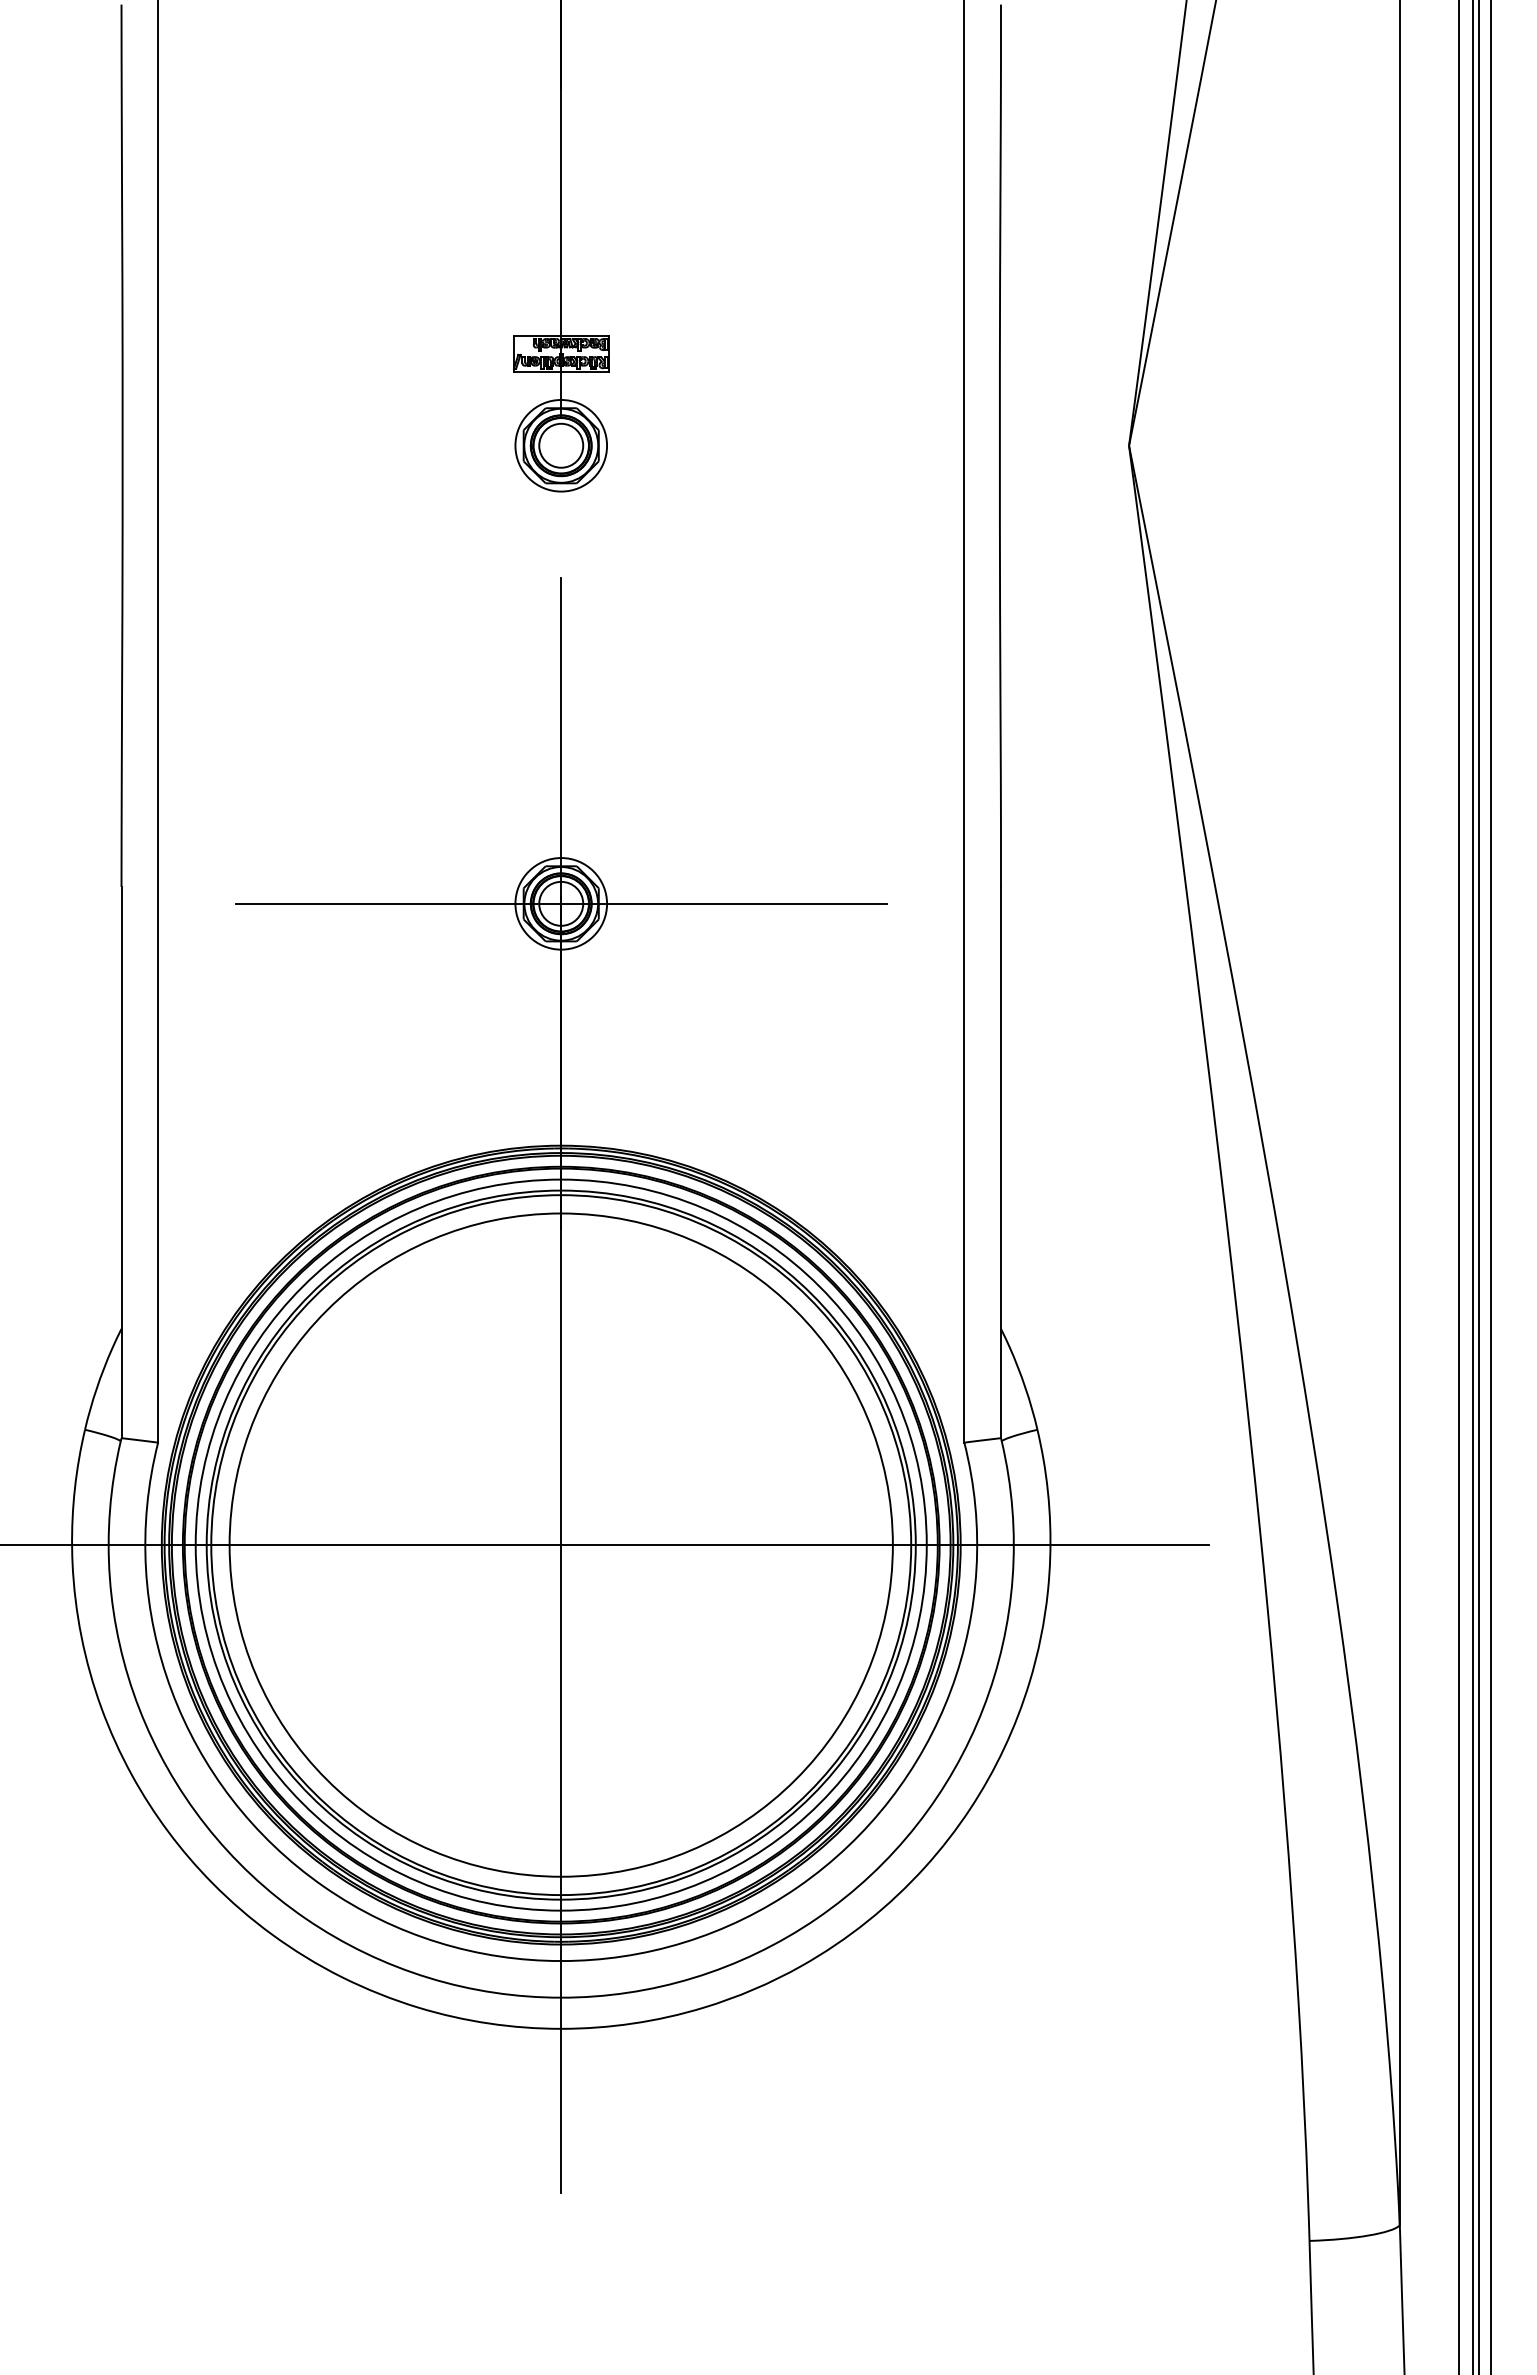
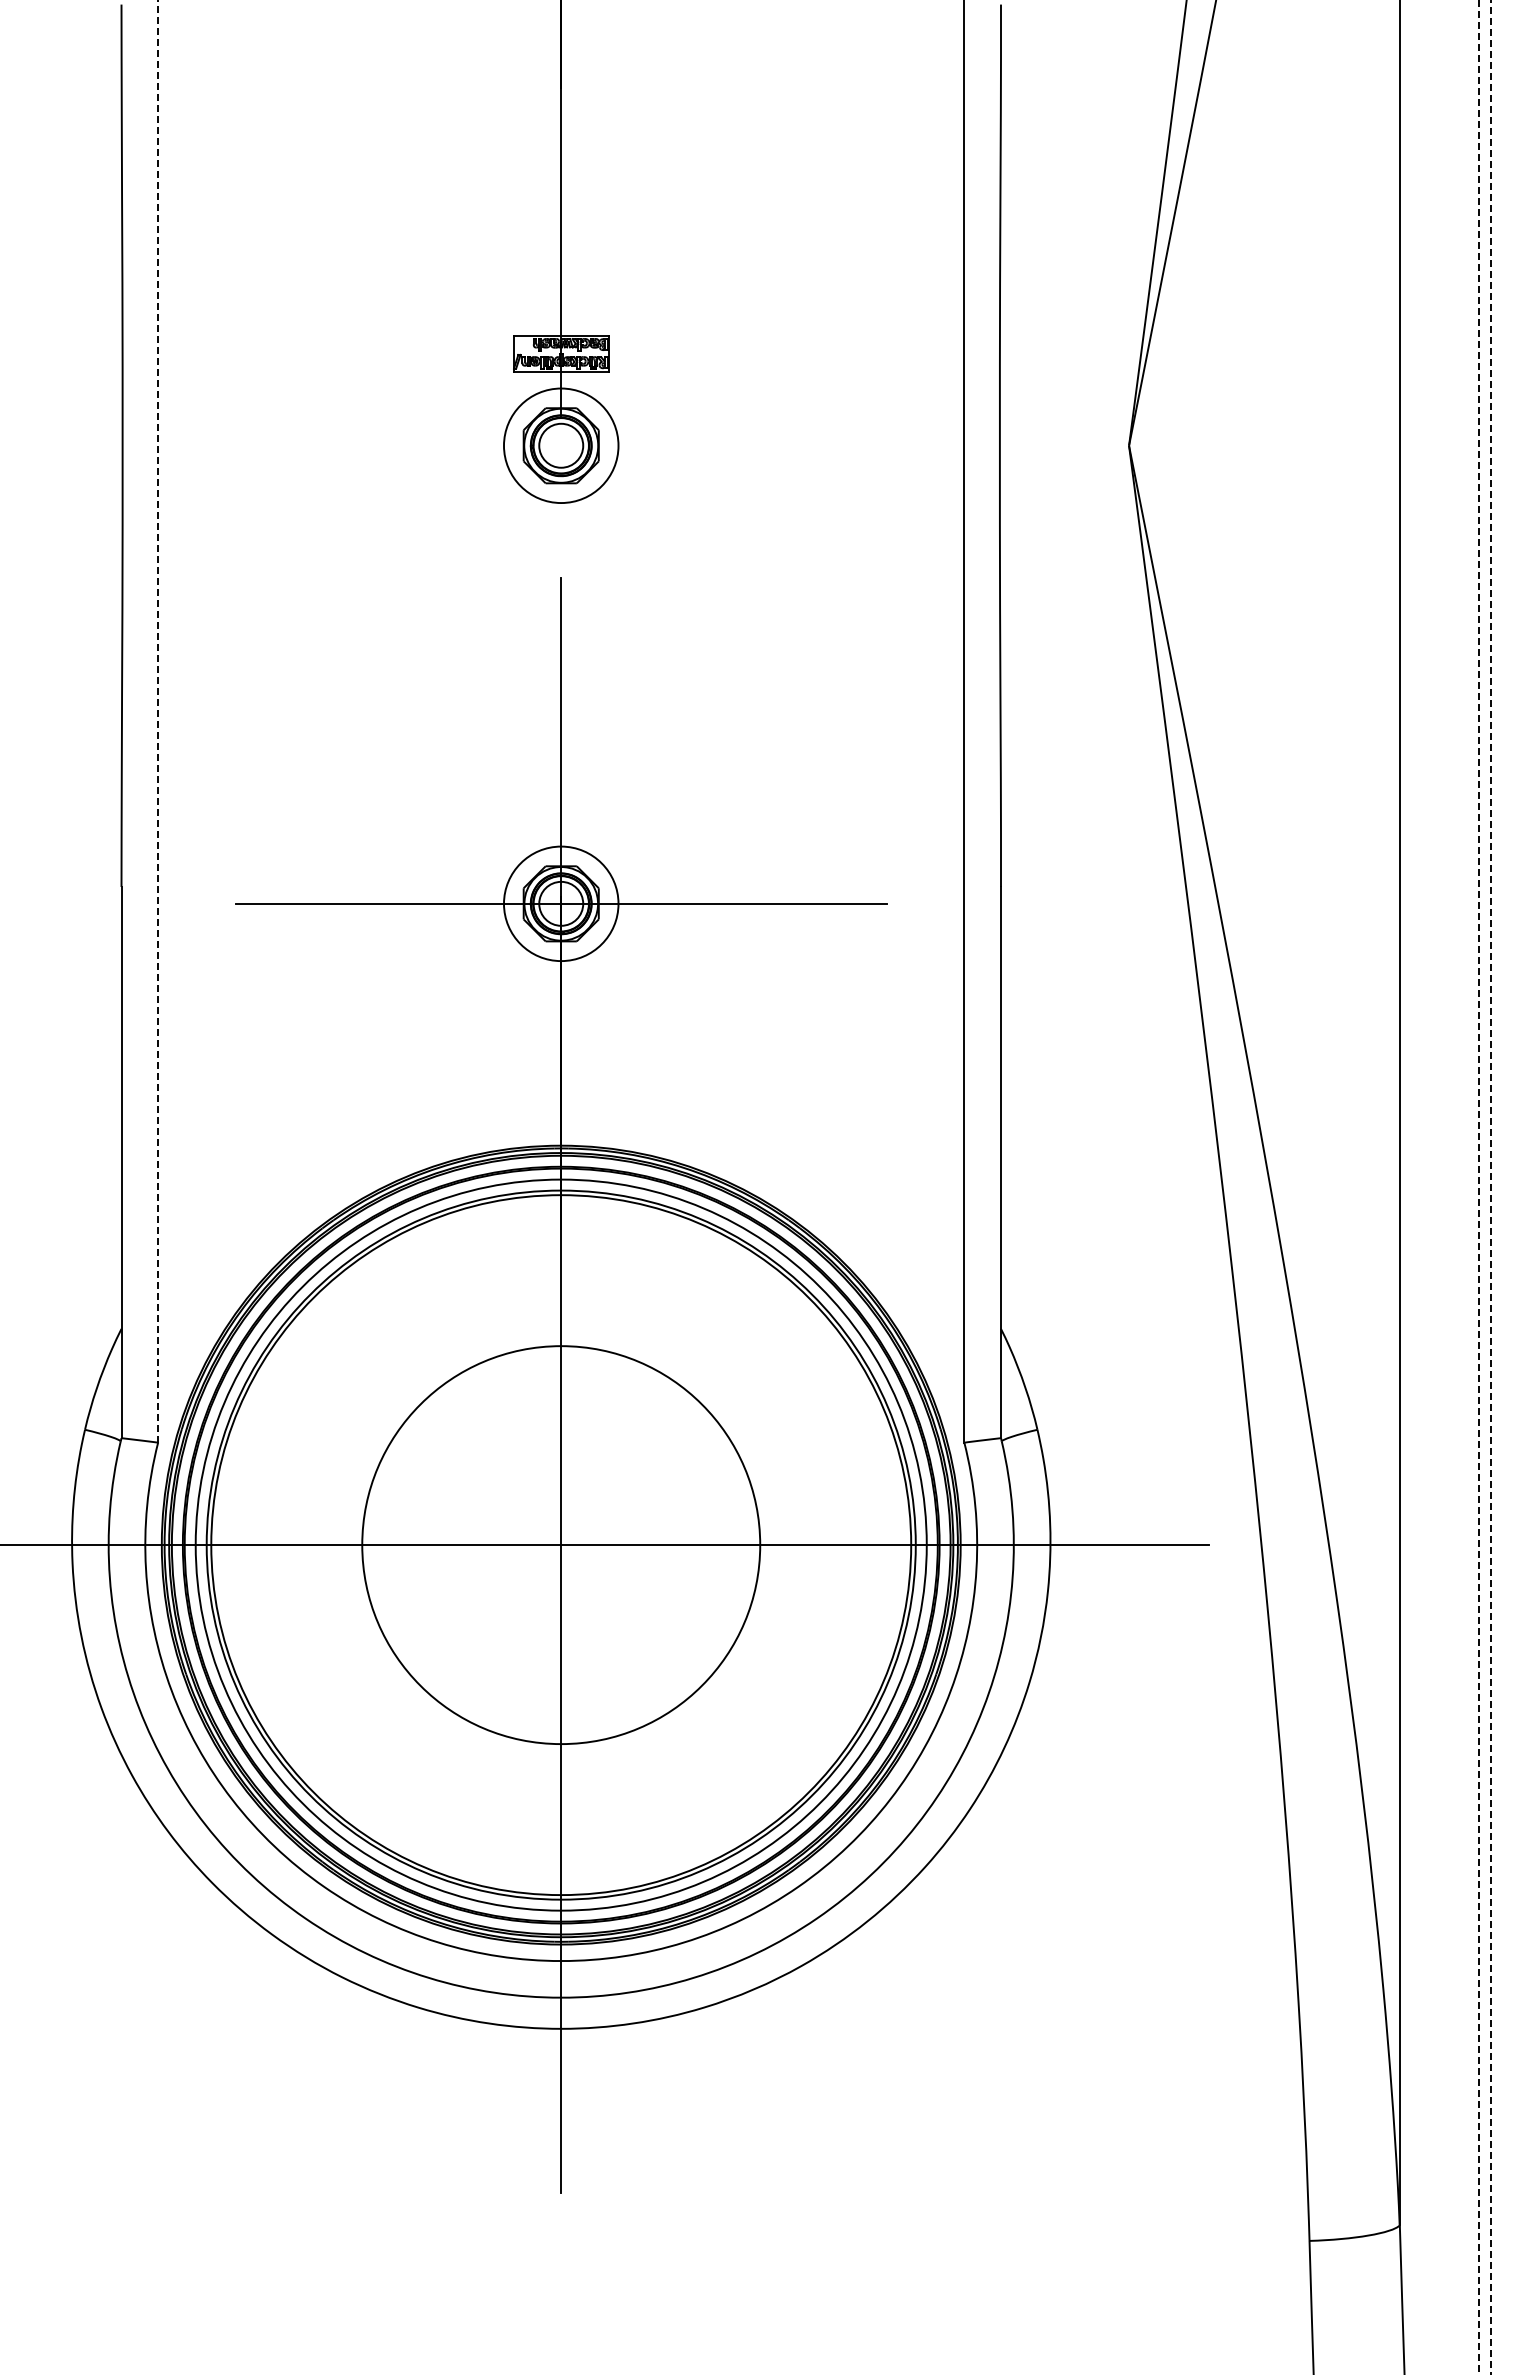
circle at (561, 445) diameter: 92 px -> 115 px
line at (158, 720): solid -> dashed
circle at (561, 903) diameter: 92 px -> 115 px
line at (1458, 1186): present -> none
line at (1472, 1186): present -> none
line at (1479, 1187): solid -> dashed
line at (1491, 1187): solid -> dashed
circle at (560, 1544) diameter: 663 px -> 398 px
